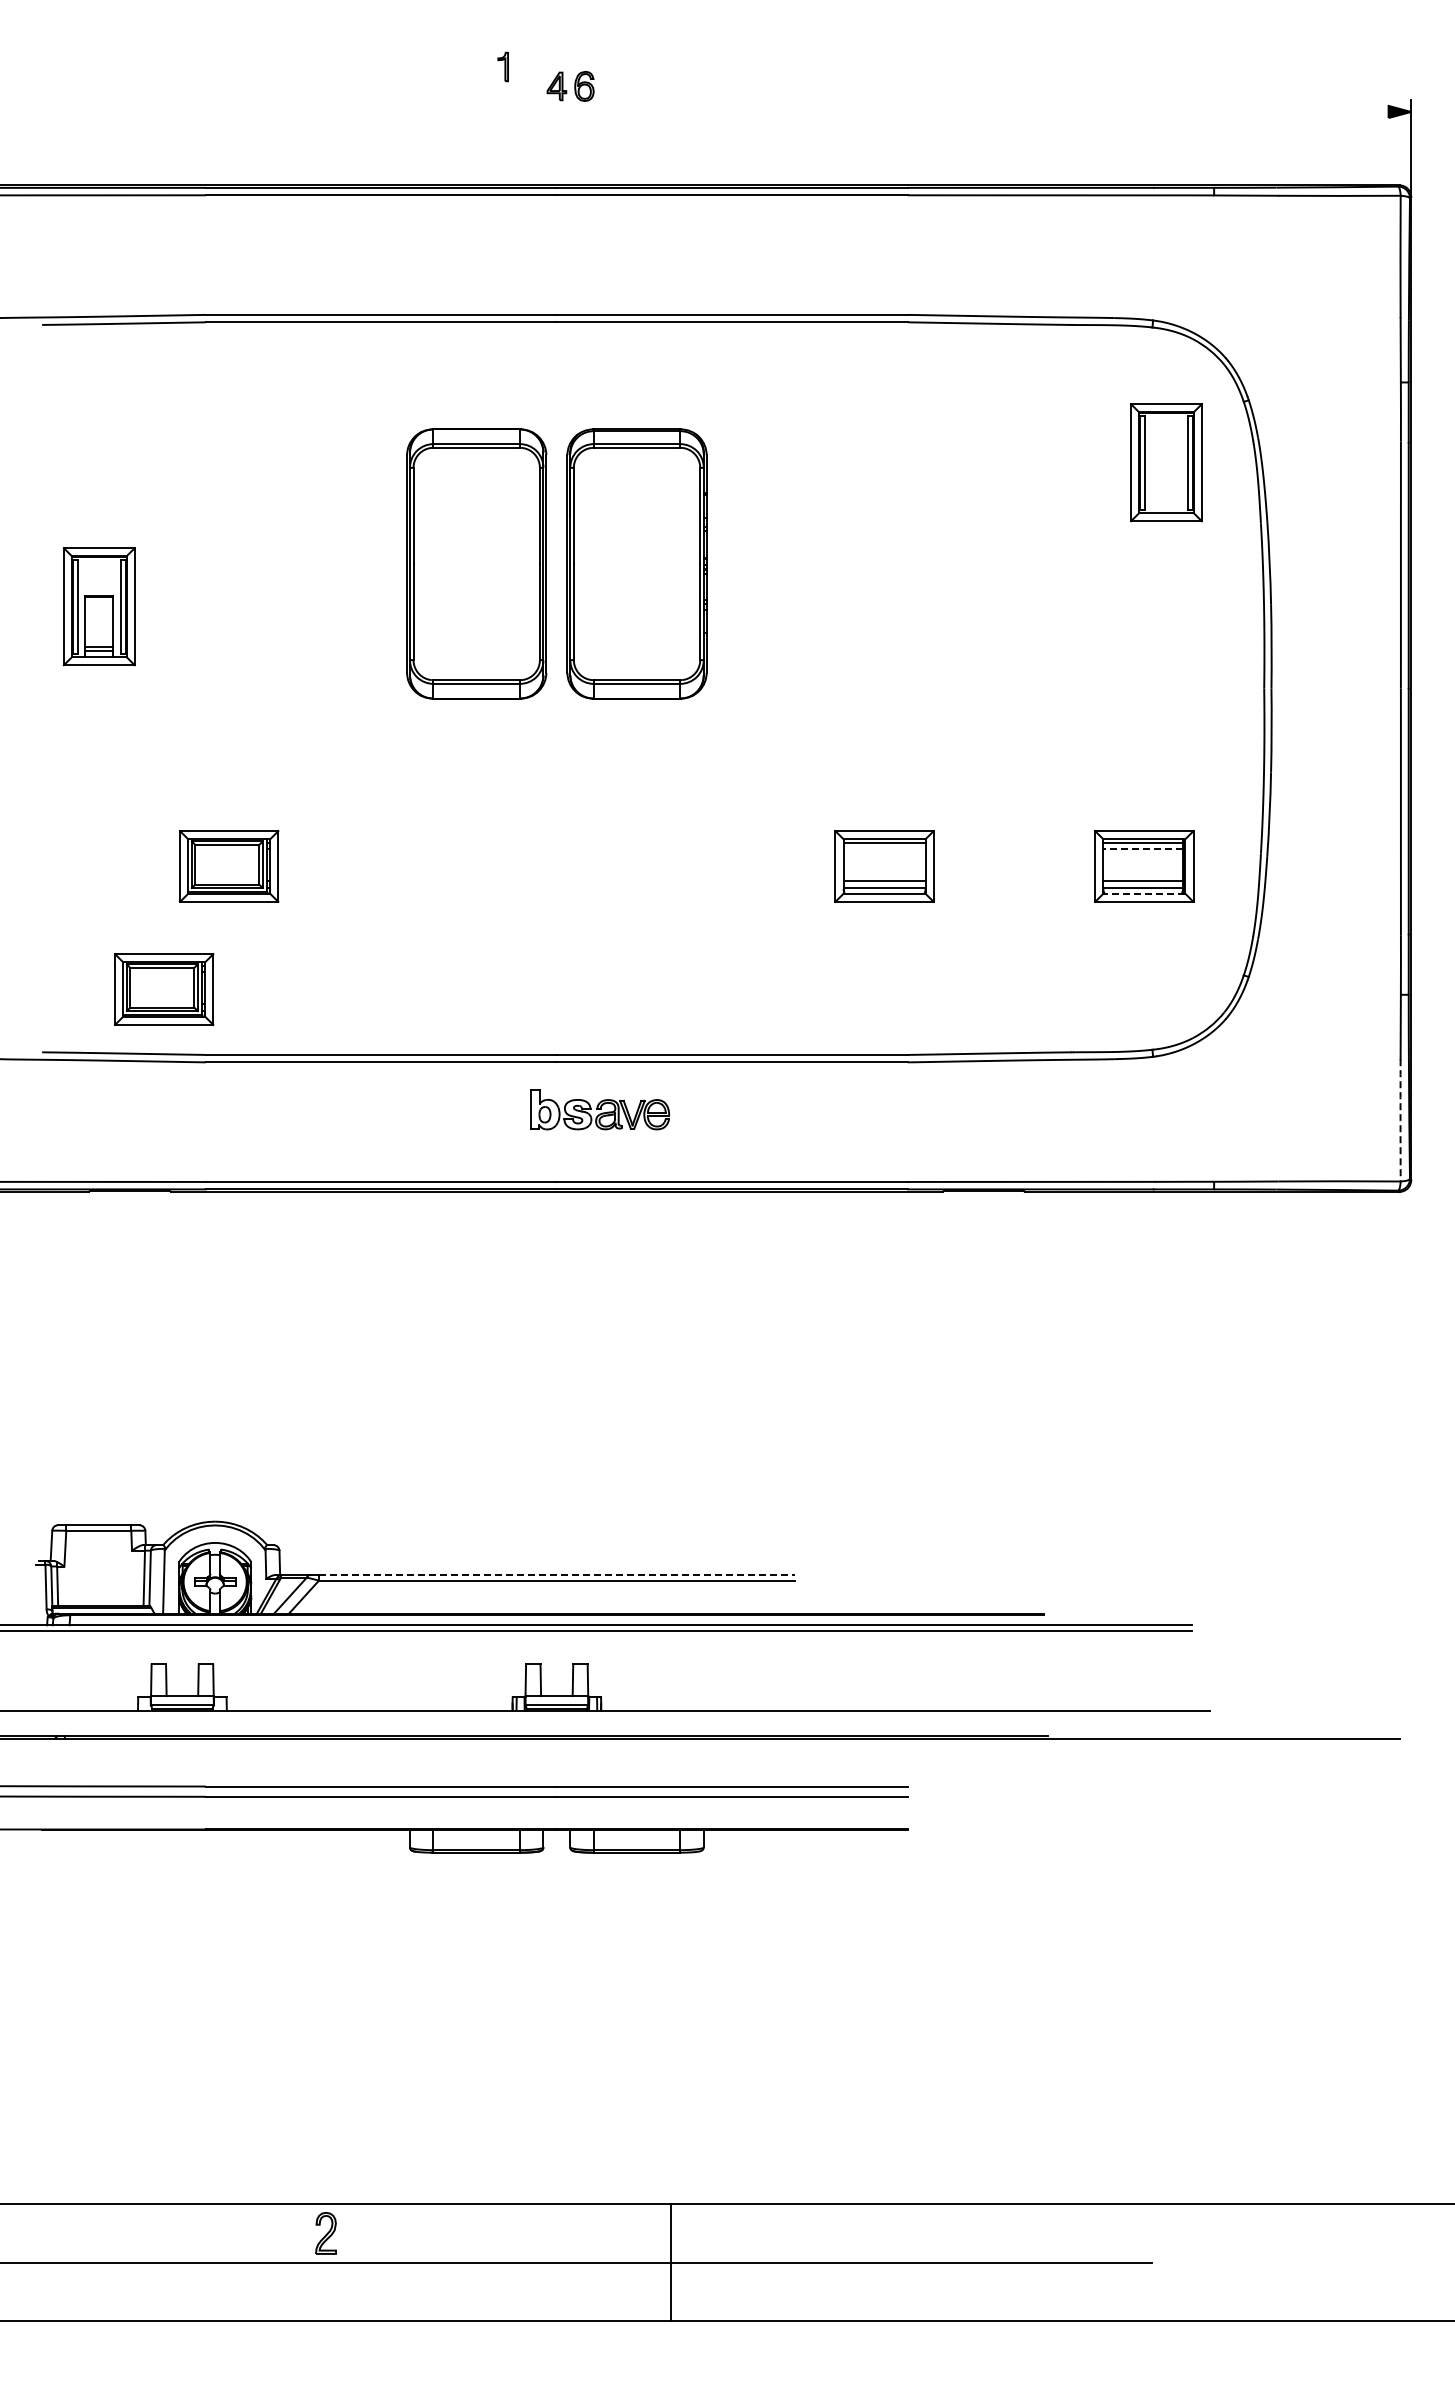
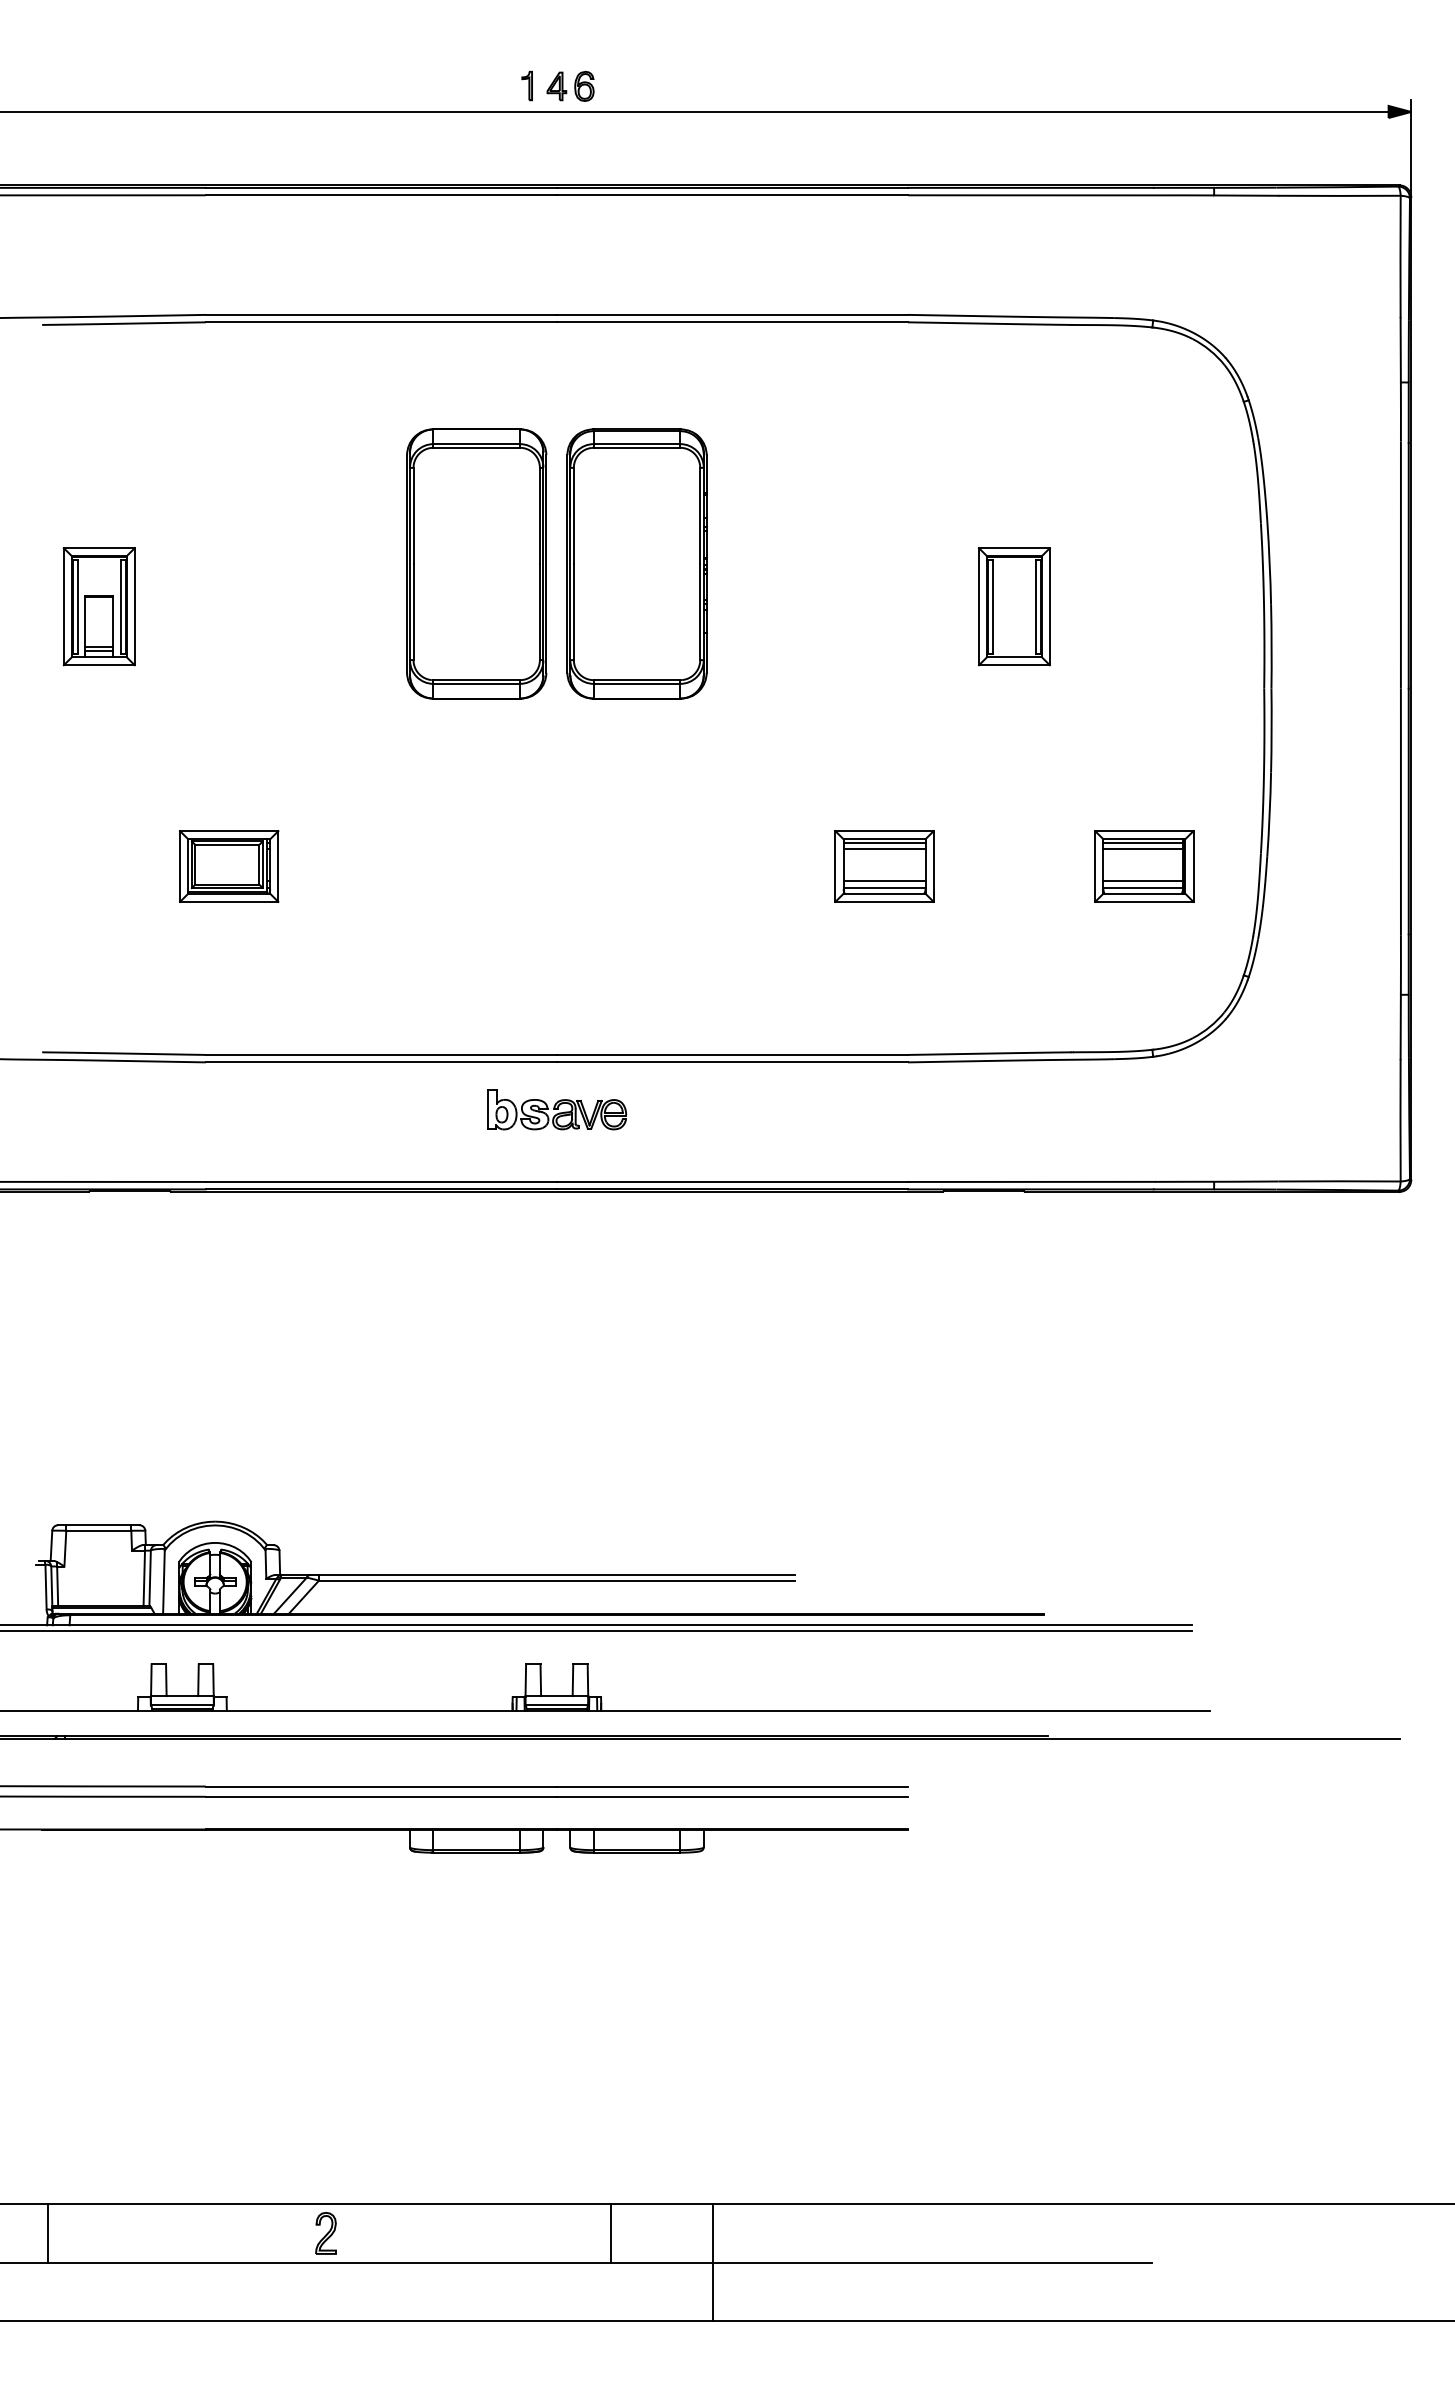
part at (502, 66) position: (502, 66) -> (526, 85)
line at (695, 111): none -> present
part at (1166, 462) position: (1166, 462) -> (1014, 606)
line at (884, 848): none -> present
line at (1143, 848): dashed -> solid
line at (1144, 893): dashed -> solid
part at (164, 989): present -> none
part at (600, 1109) position: (600, 1109) -> (557, 1109)
arc at (1400, 1120): dashed -> solid
line at (556, 1574): dashed -> solid
line at (47, 2233): none -> present
line at (611, 2233): none -> present
line at (671, 2262) position: (671, 2262) -> (713, 2262)
